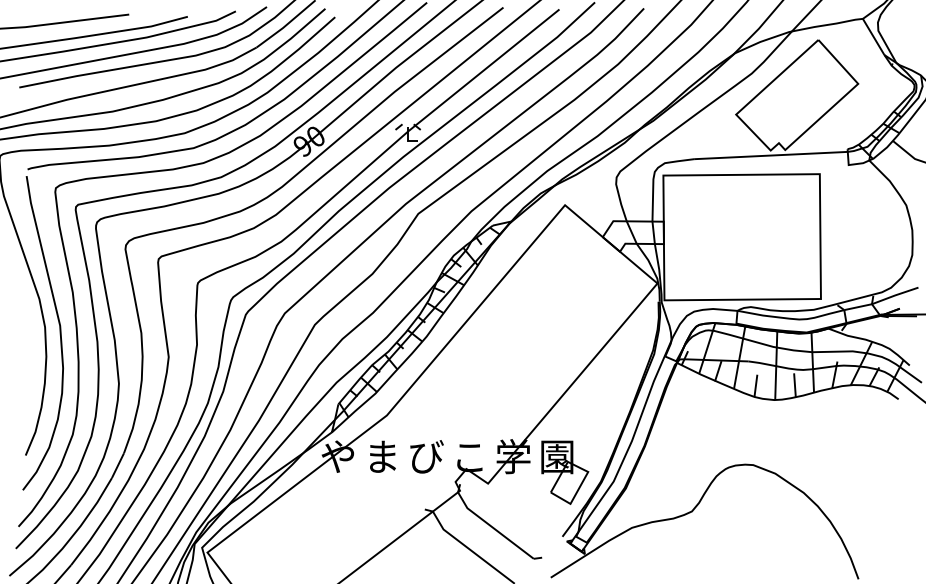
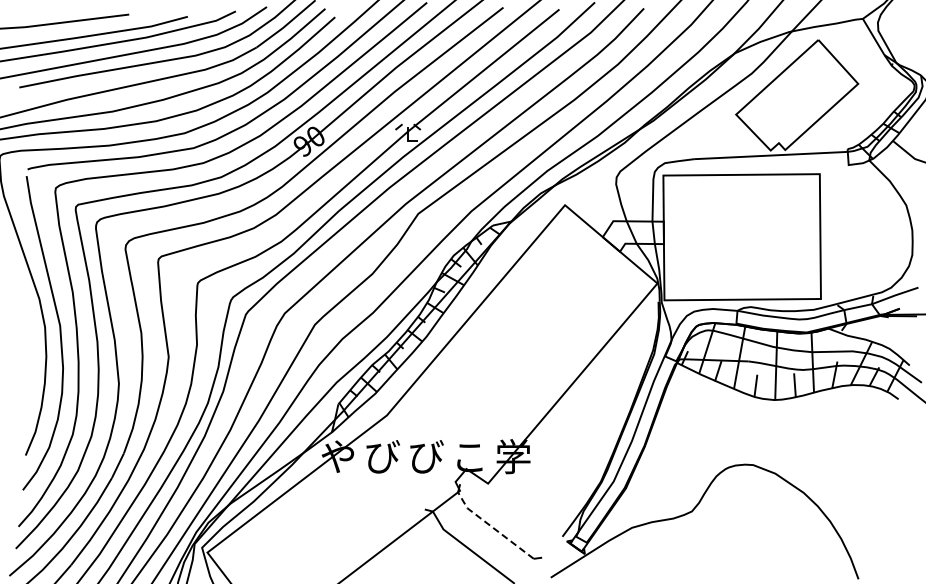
text at (382, 456): ま -> び
part at (565, 472): present -> none
line at (492, 527): solid -> dashed
